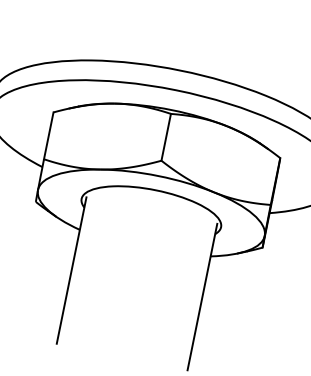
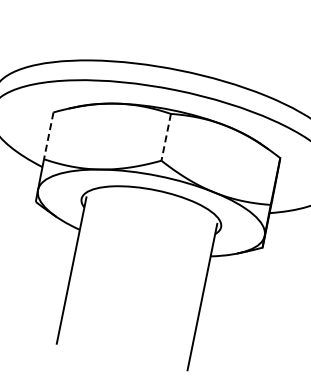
line at (48, 135): solid -> dashed
line at (166, 137): solid -> dashed
